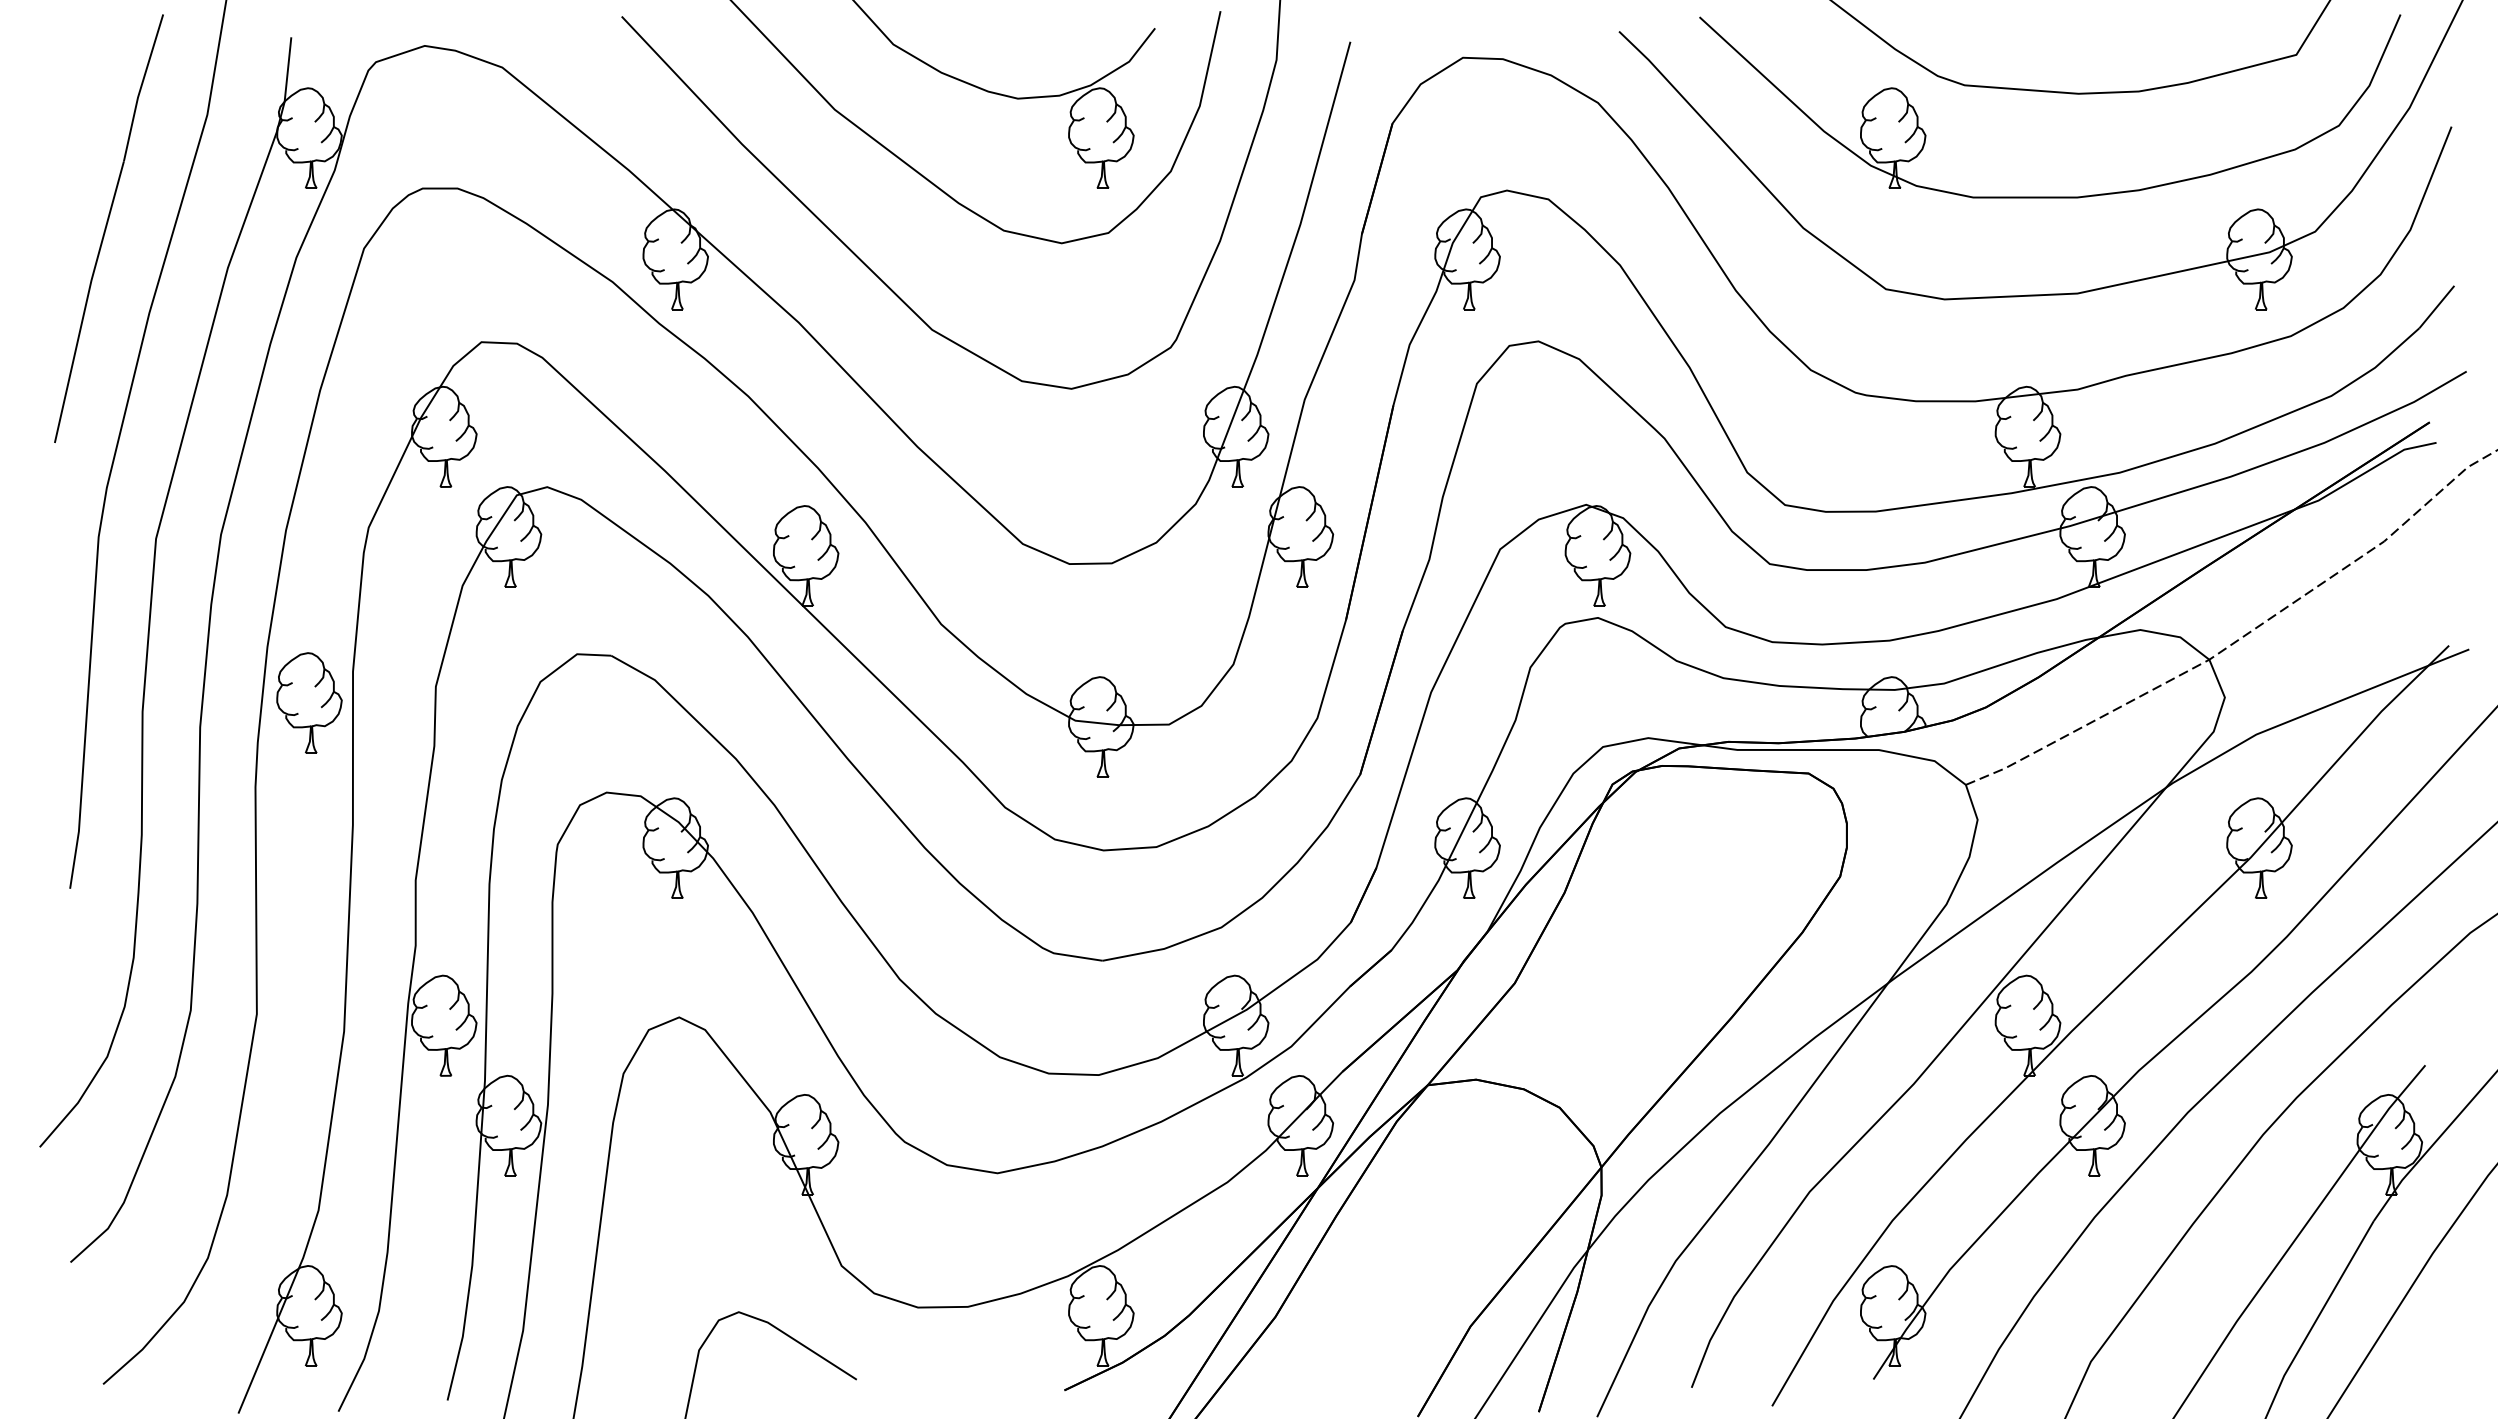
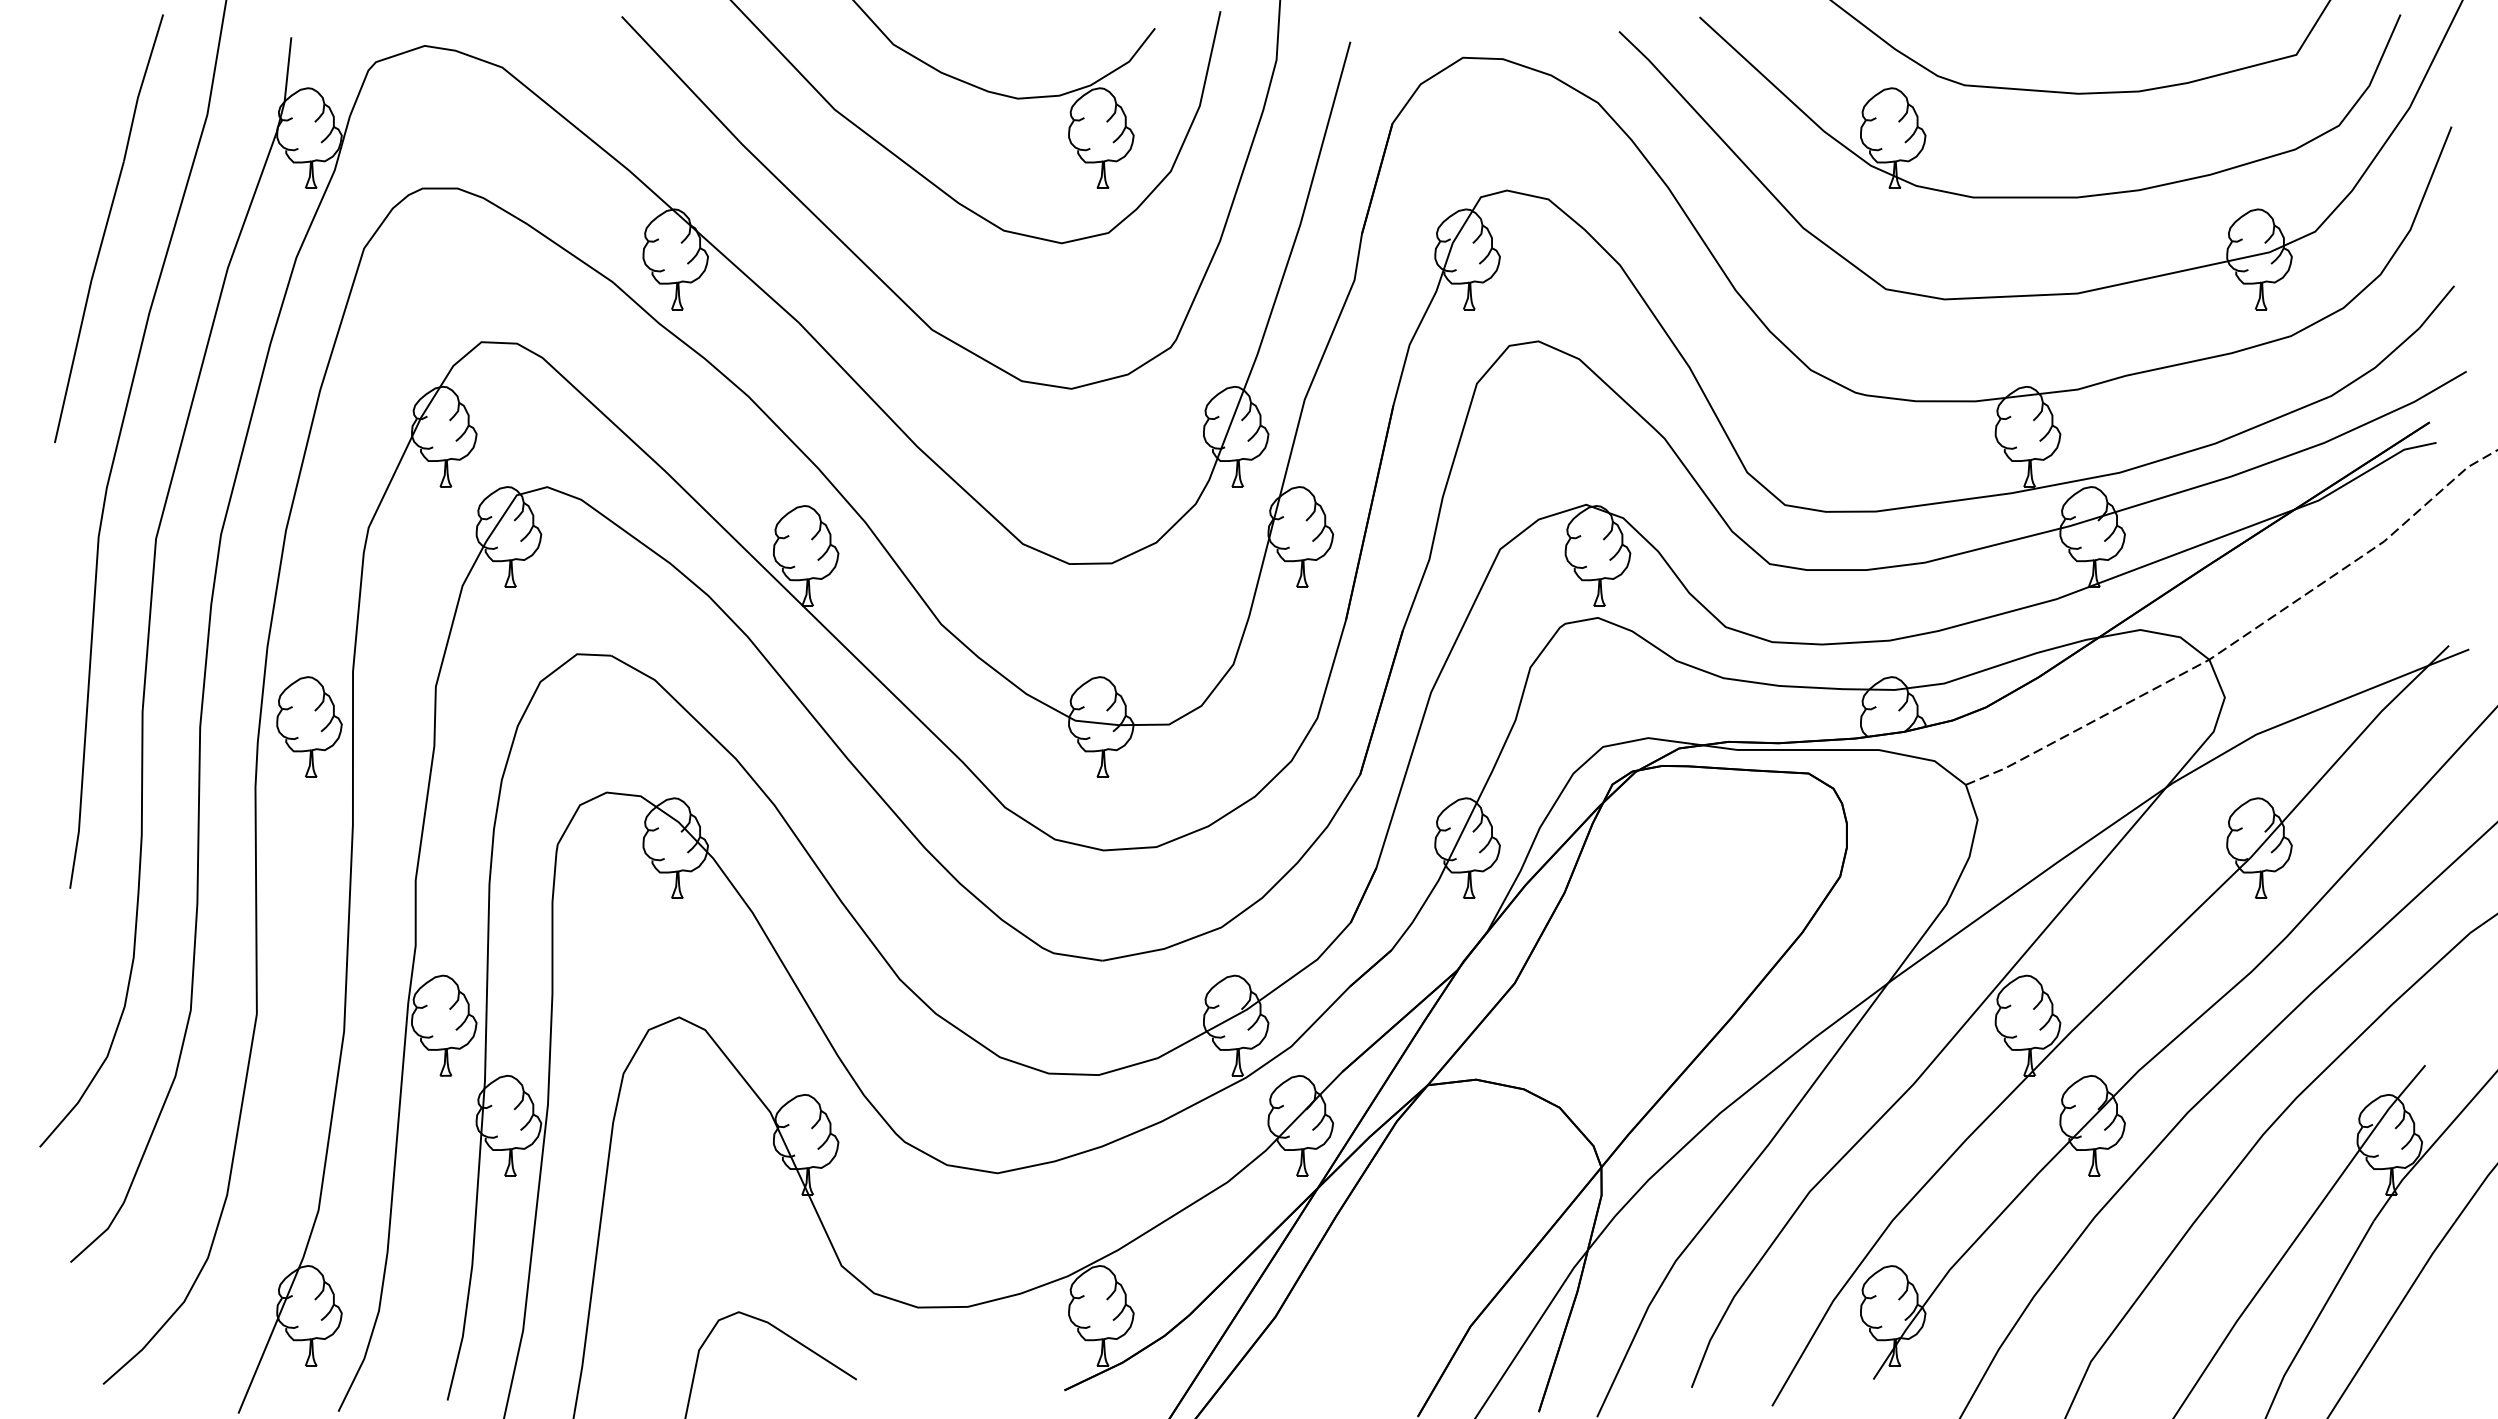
part at (309, 702) position: (309, 702) -> (309, 726)
